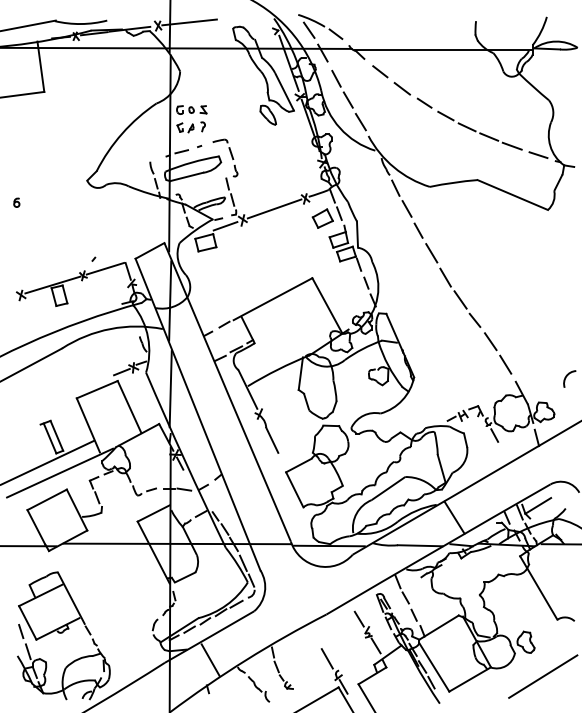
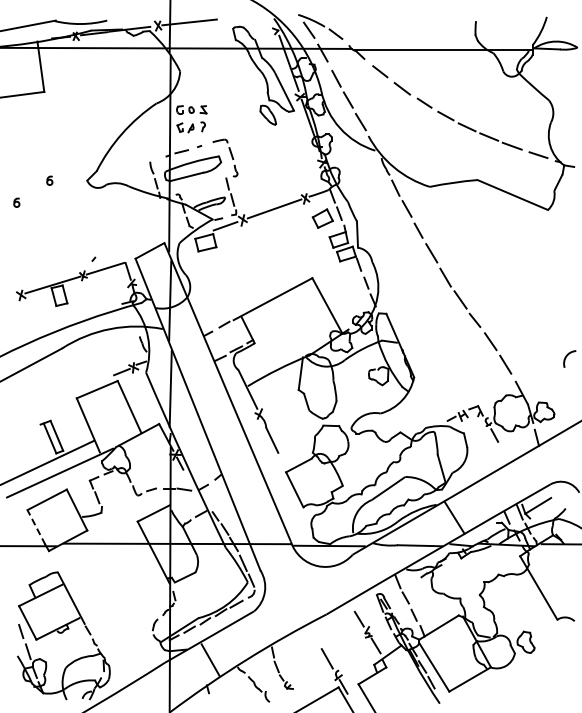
part at (49, 180): none -> present
arc at (567, 376) position: (567, 376) -> (567, 356)
line at (36, 526): solid -> dashed
line at (543, 676): present -> none
